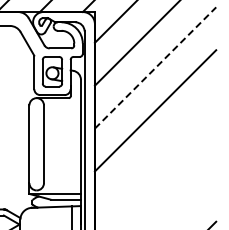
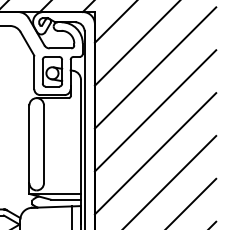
line at (155, 67): dashed -> solid
line at (155, 153): none -> present
line at (170, 180): none -> present
line at (192, 202): none -> present
